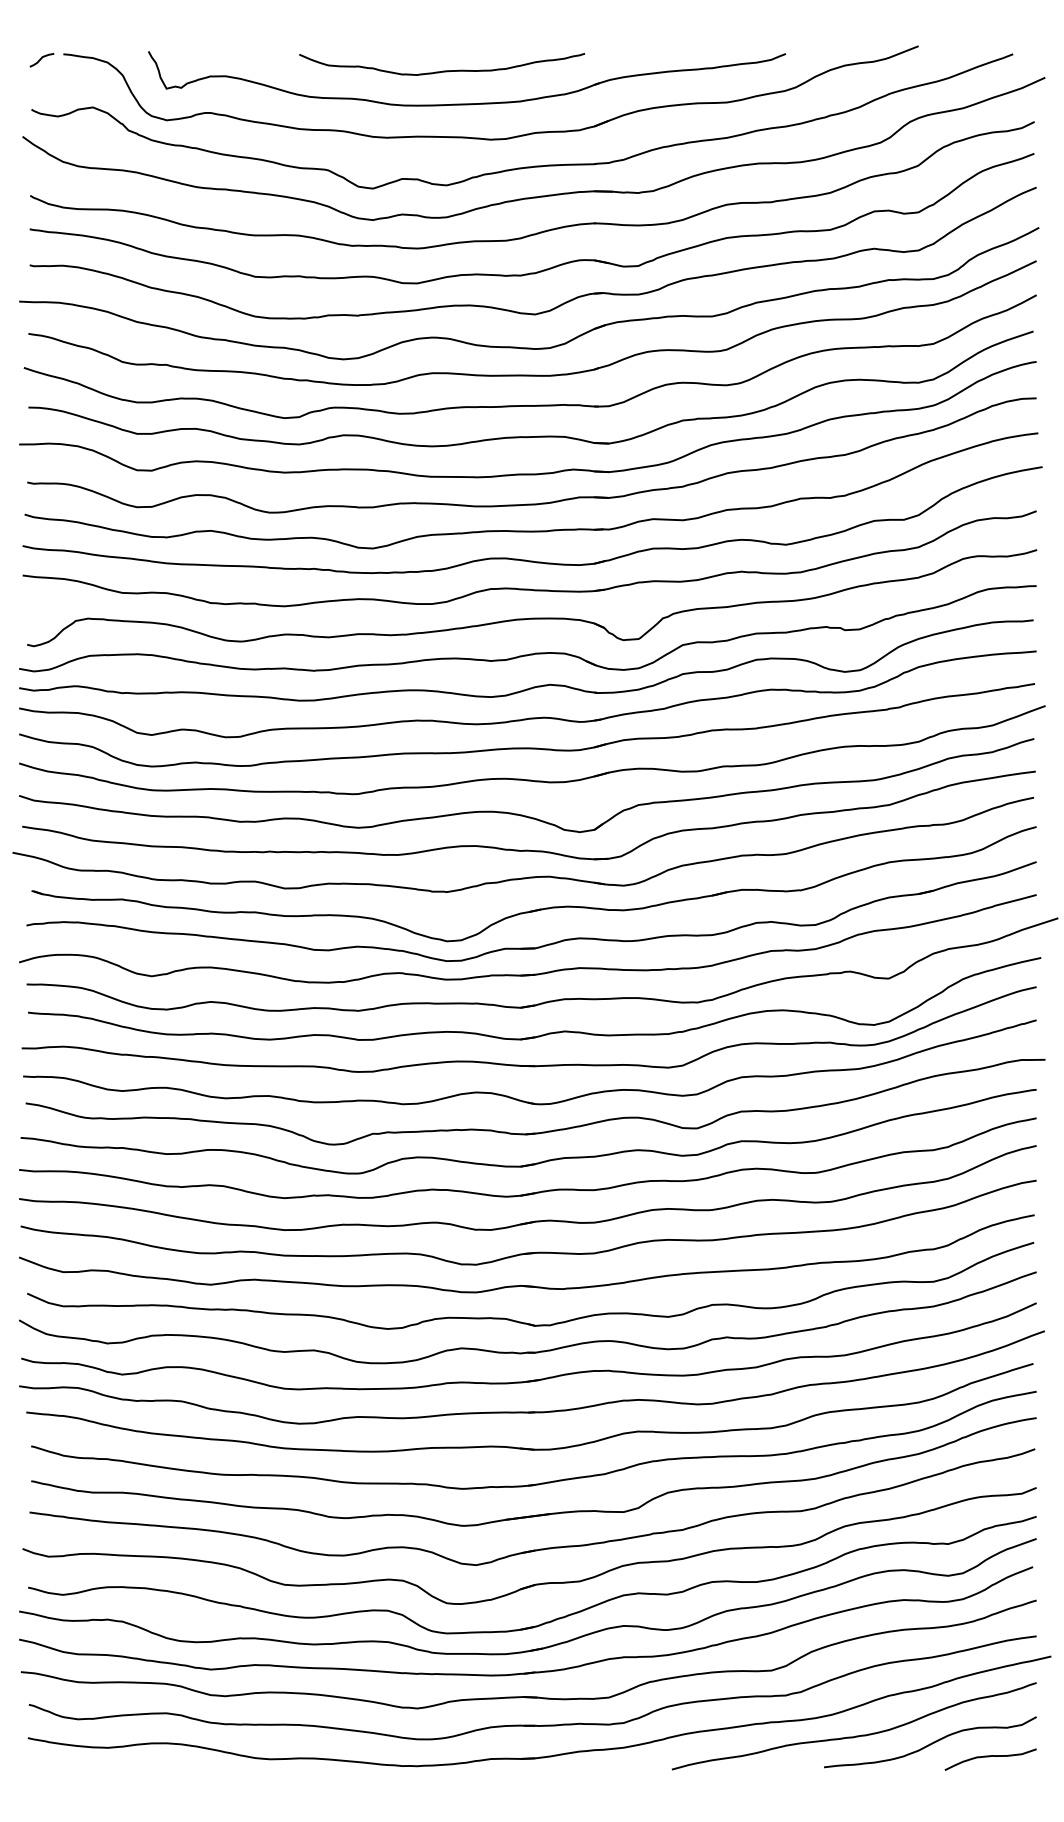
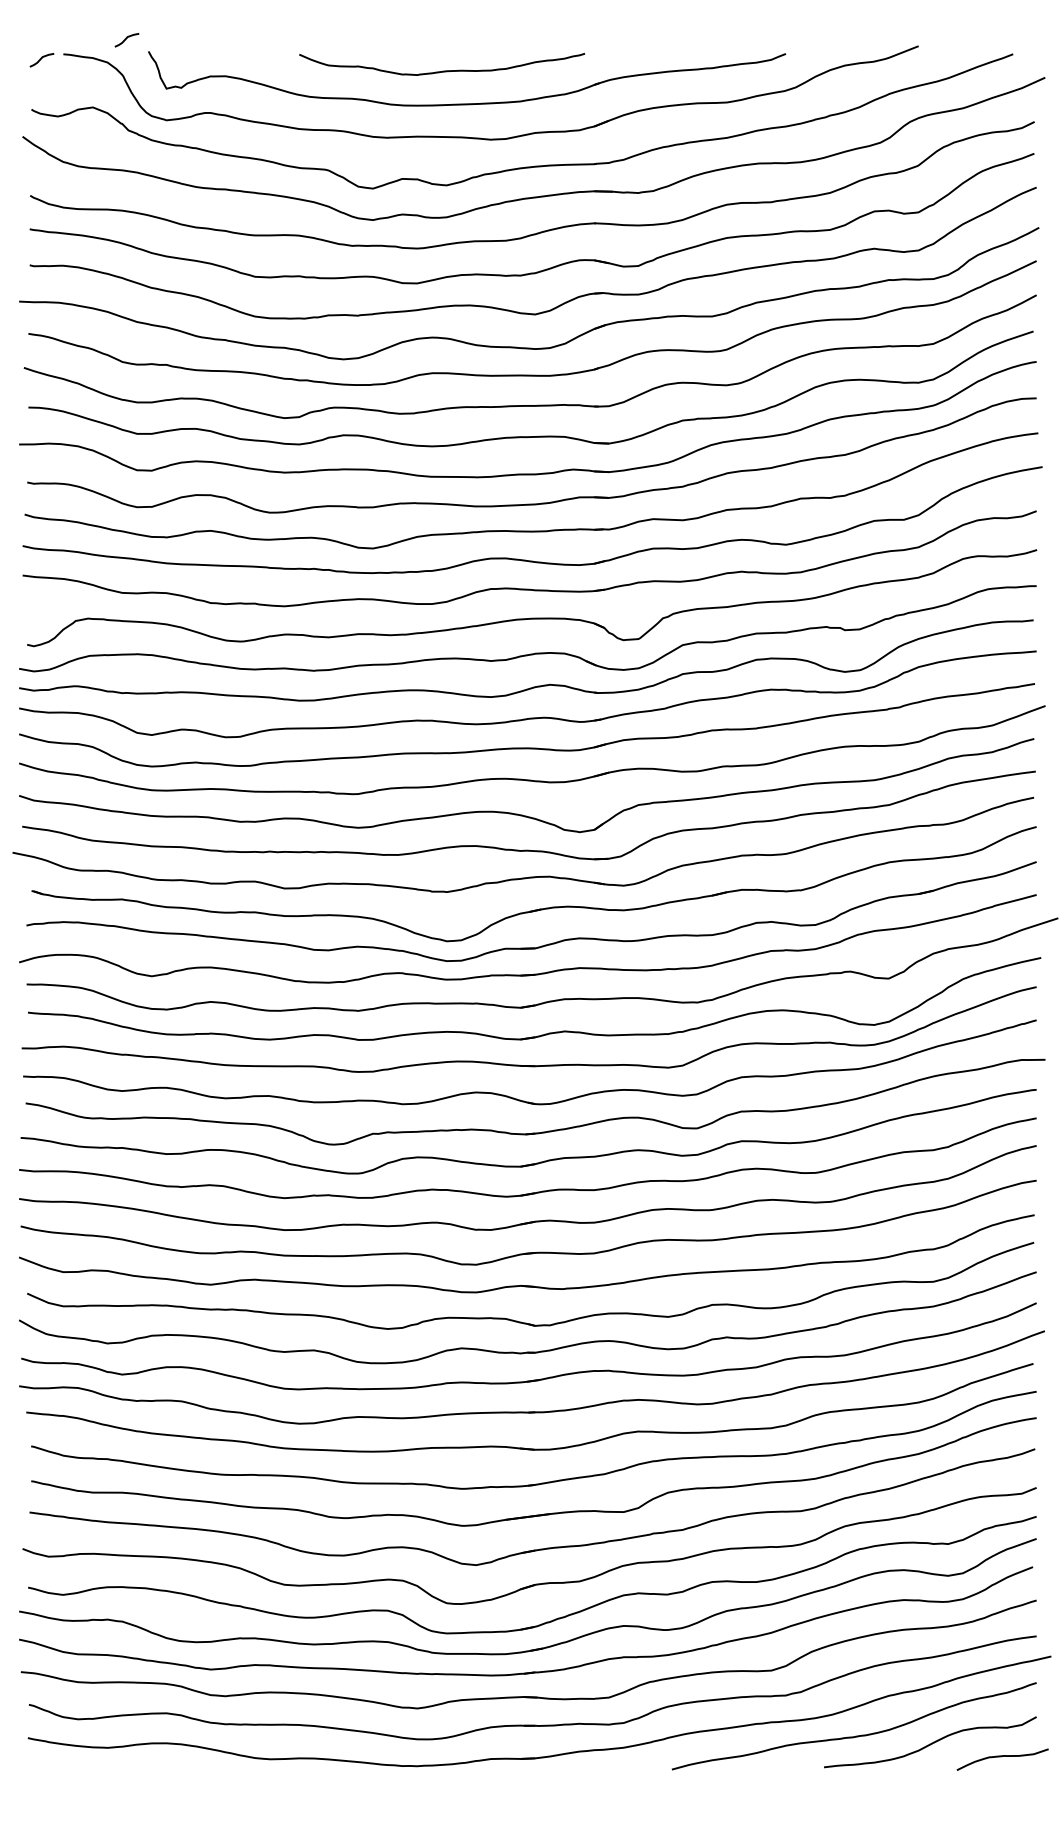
curve at (126, 39): none -> present
curve at (989, 1757) position: (989, 1757) -> (1001, 1757)
